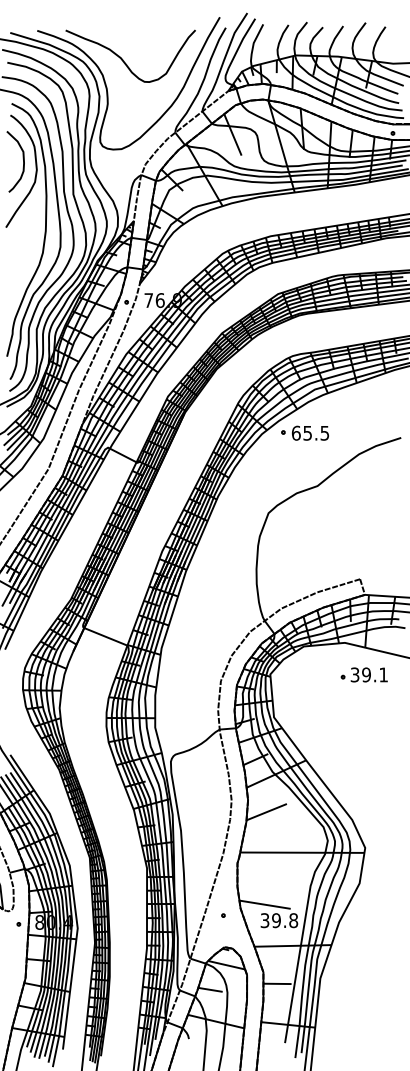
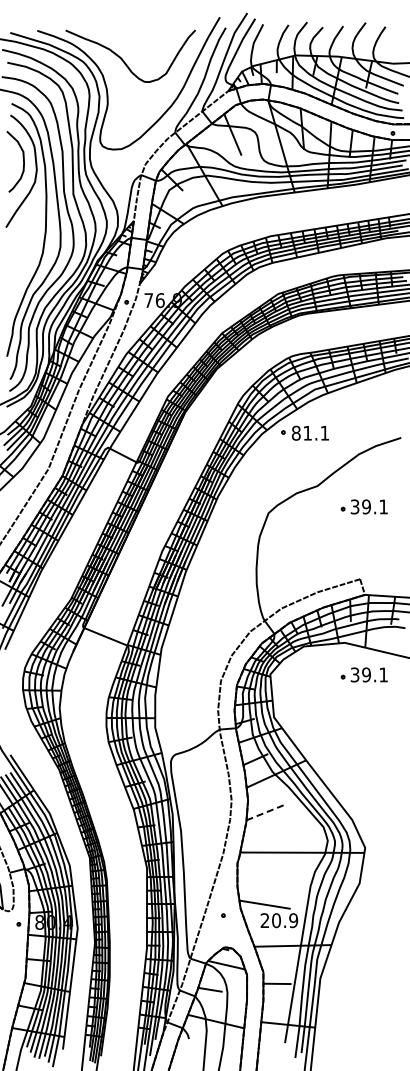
text at (310, 432): 65.5 -> 81.1
part at (363, 506): none -> present
line at (266, 812): solid -> dashed
text at (279, 920): 39.8 -> 20.9
